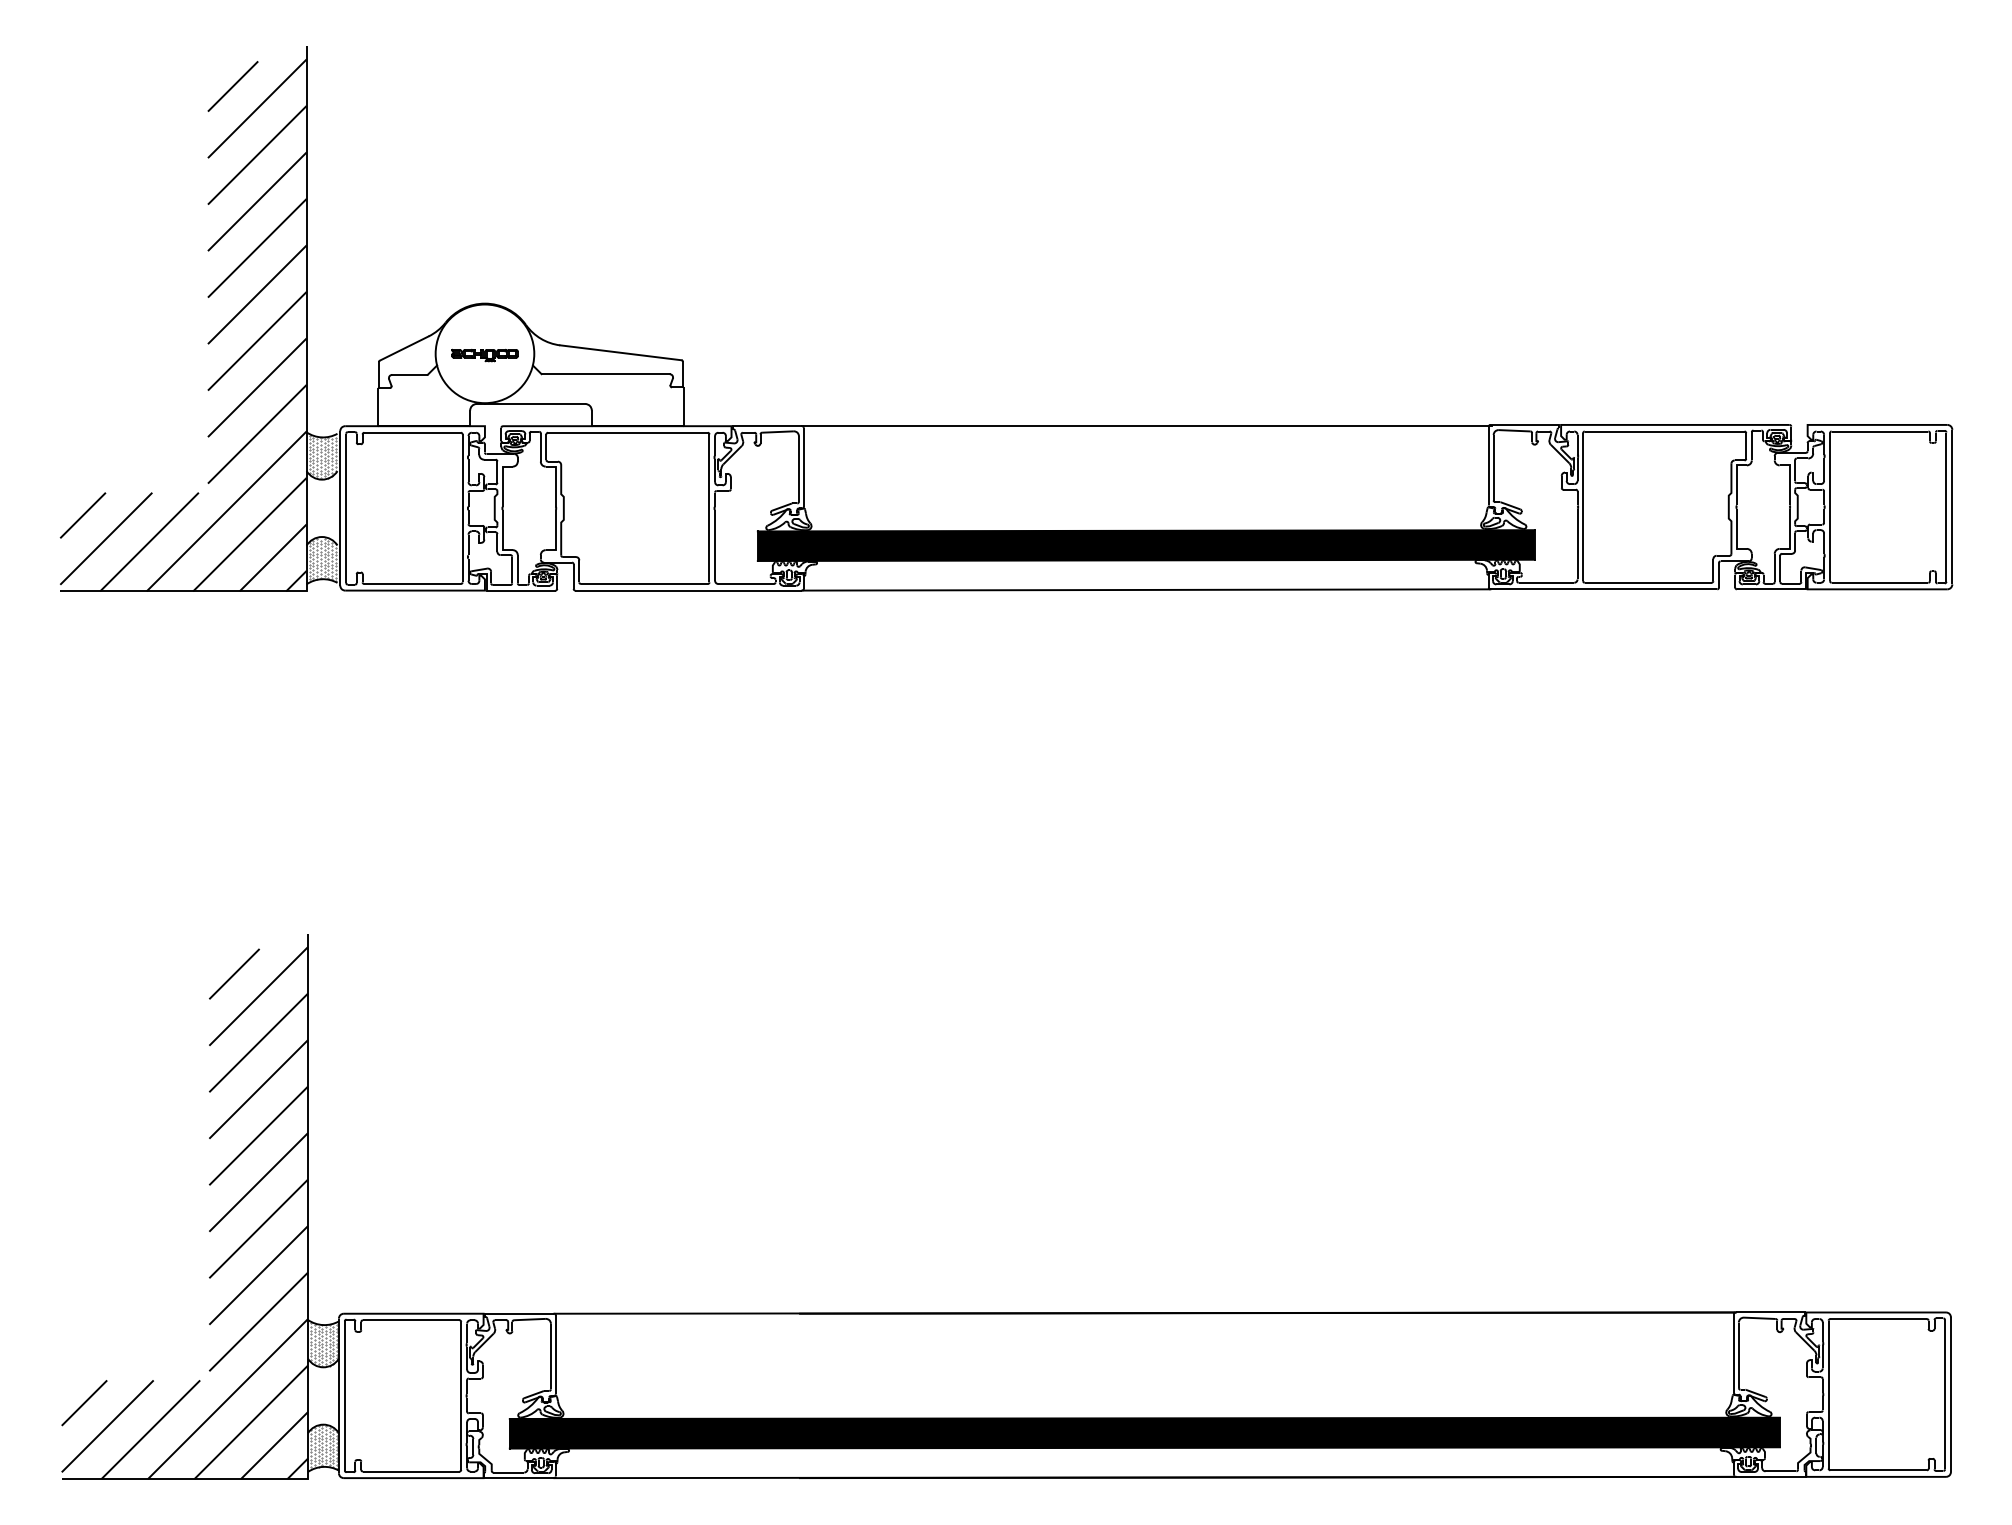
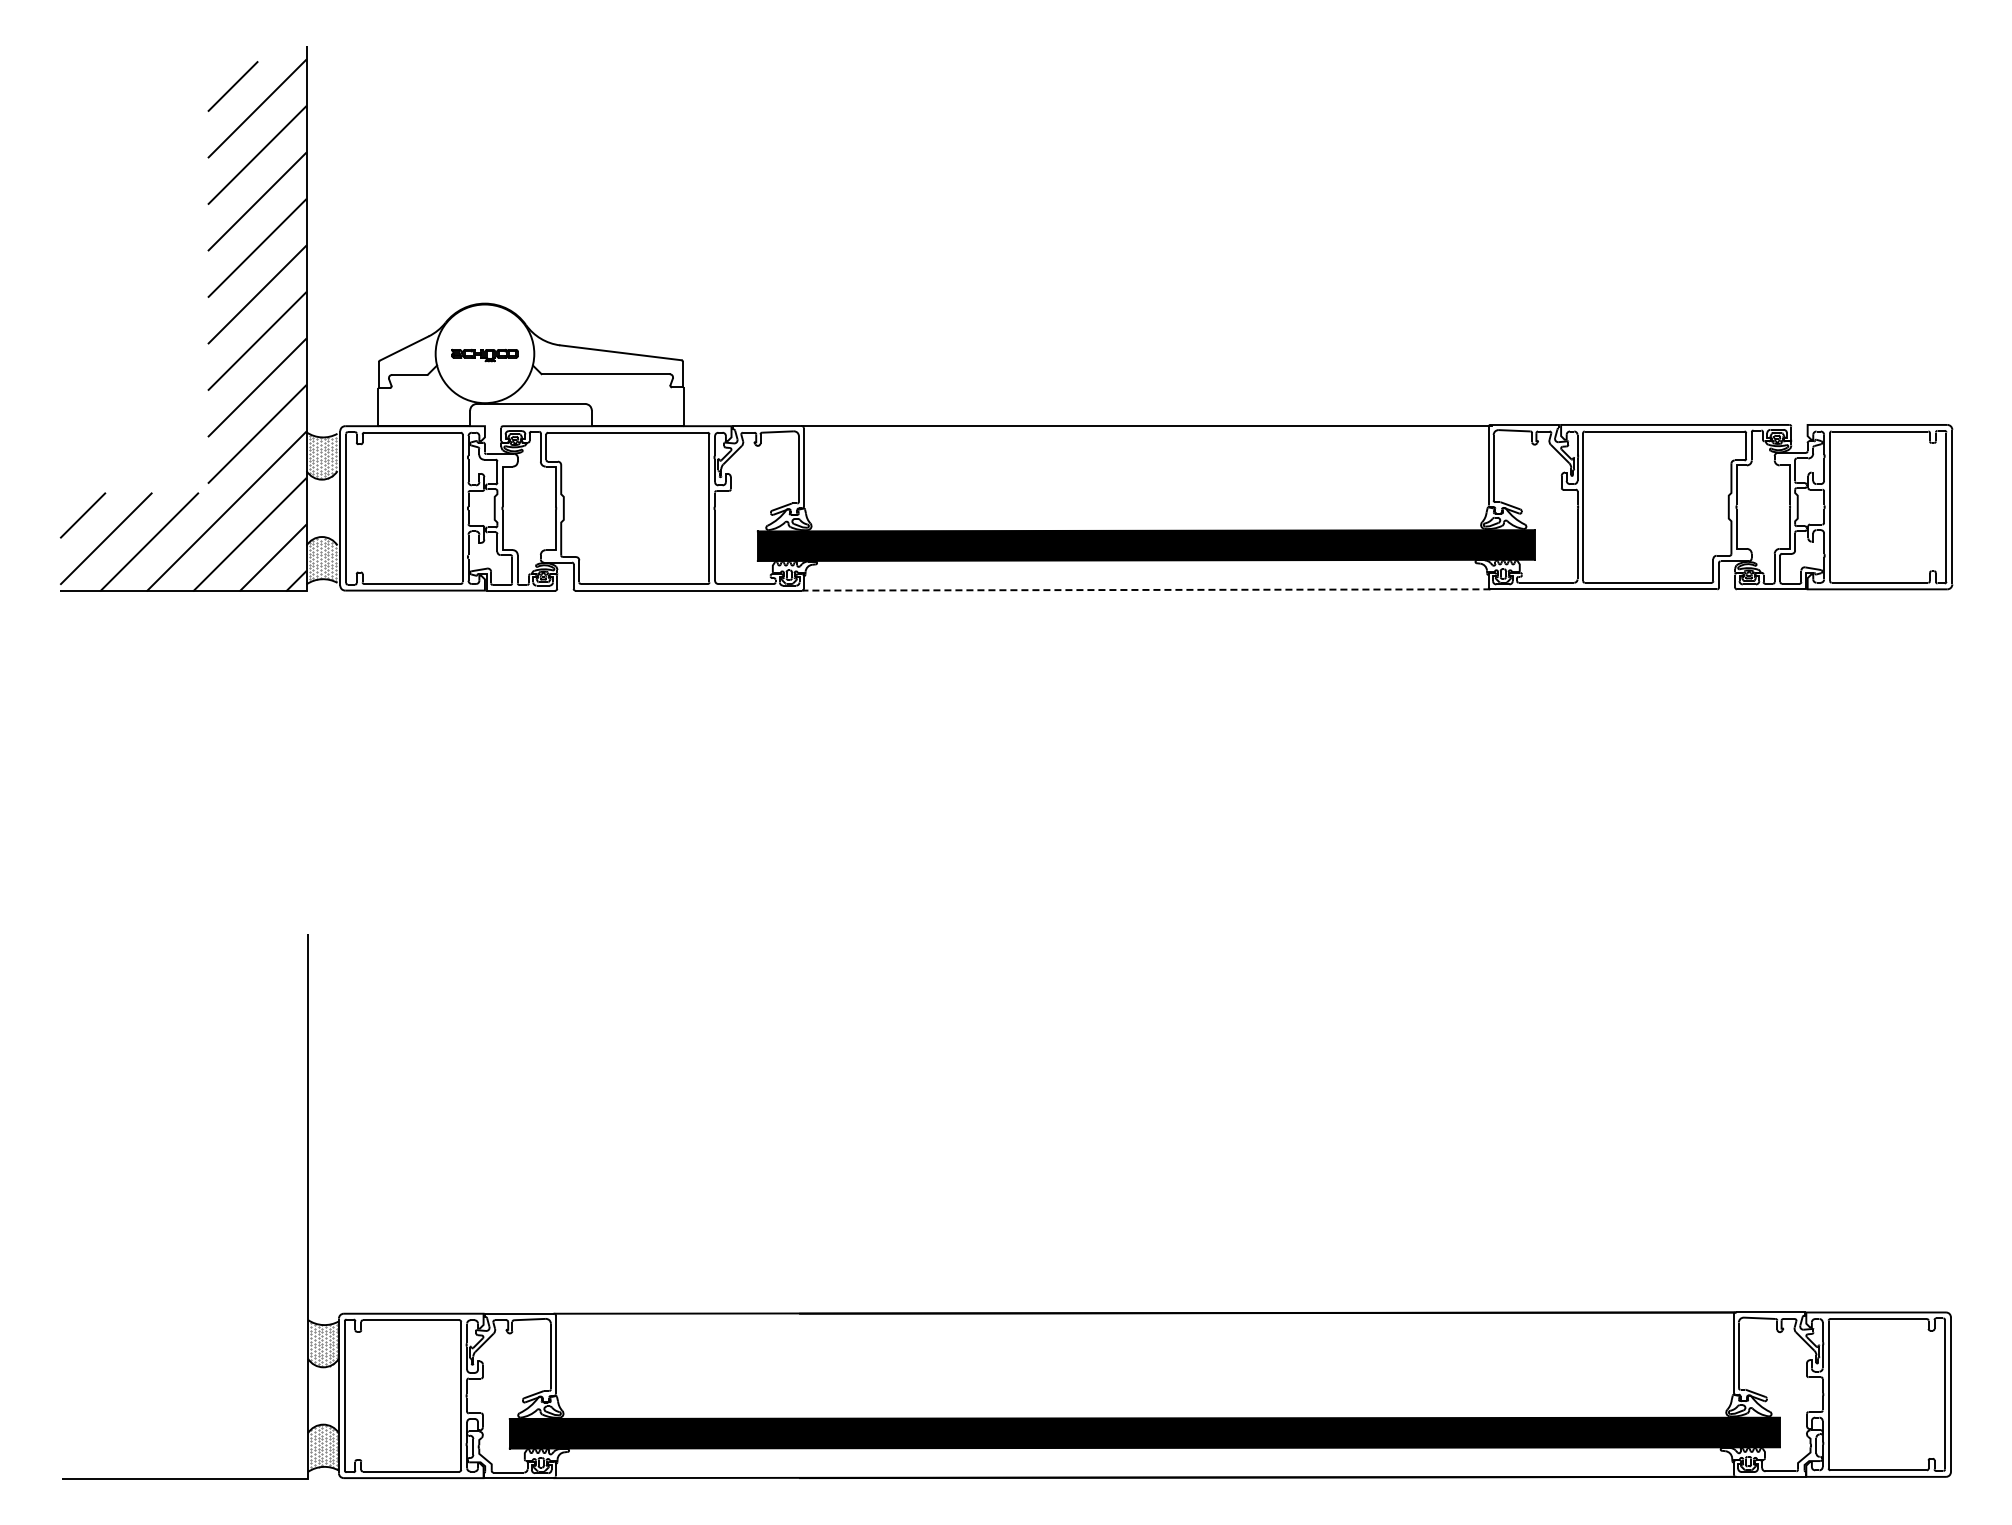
line at (1145, 589): solid -> dashed
hatch at (184, 1213): present -> none
